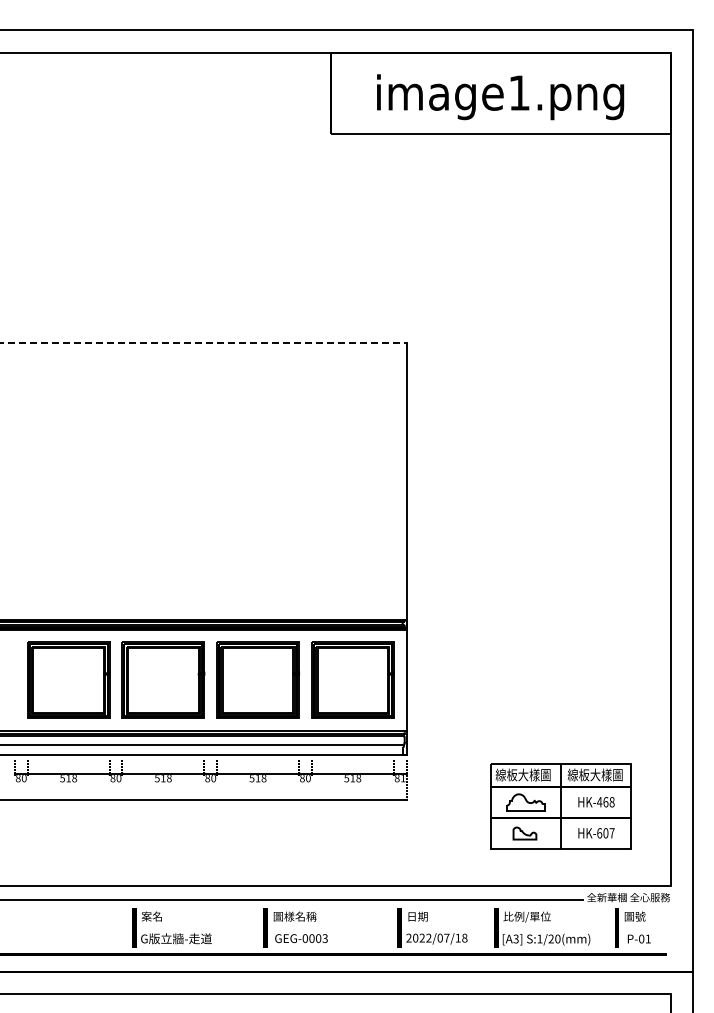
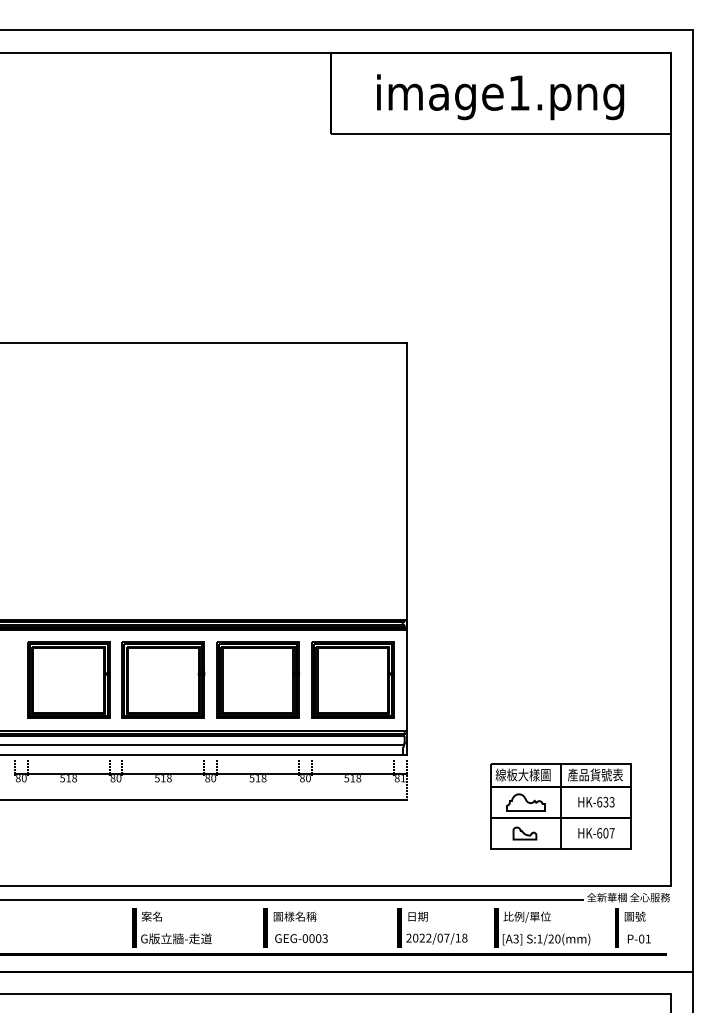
line at (203, 343): dashed -> solid
text at (594, 774): 線板大樣圖 -> 產品貨號表
text at (605, 802): HK-468 -> HK-633
